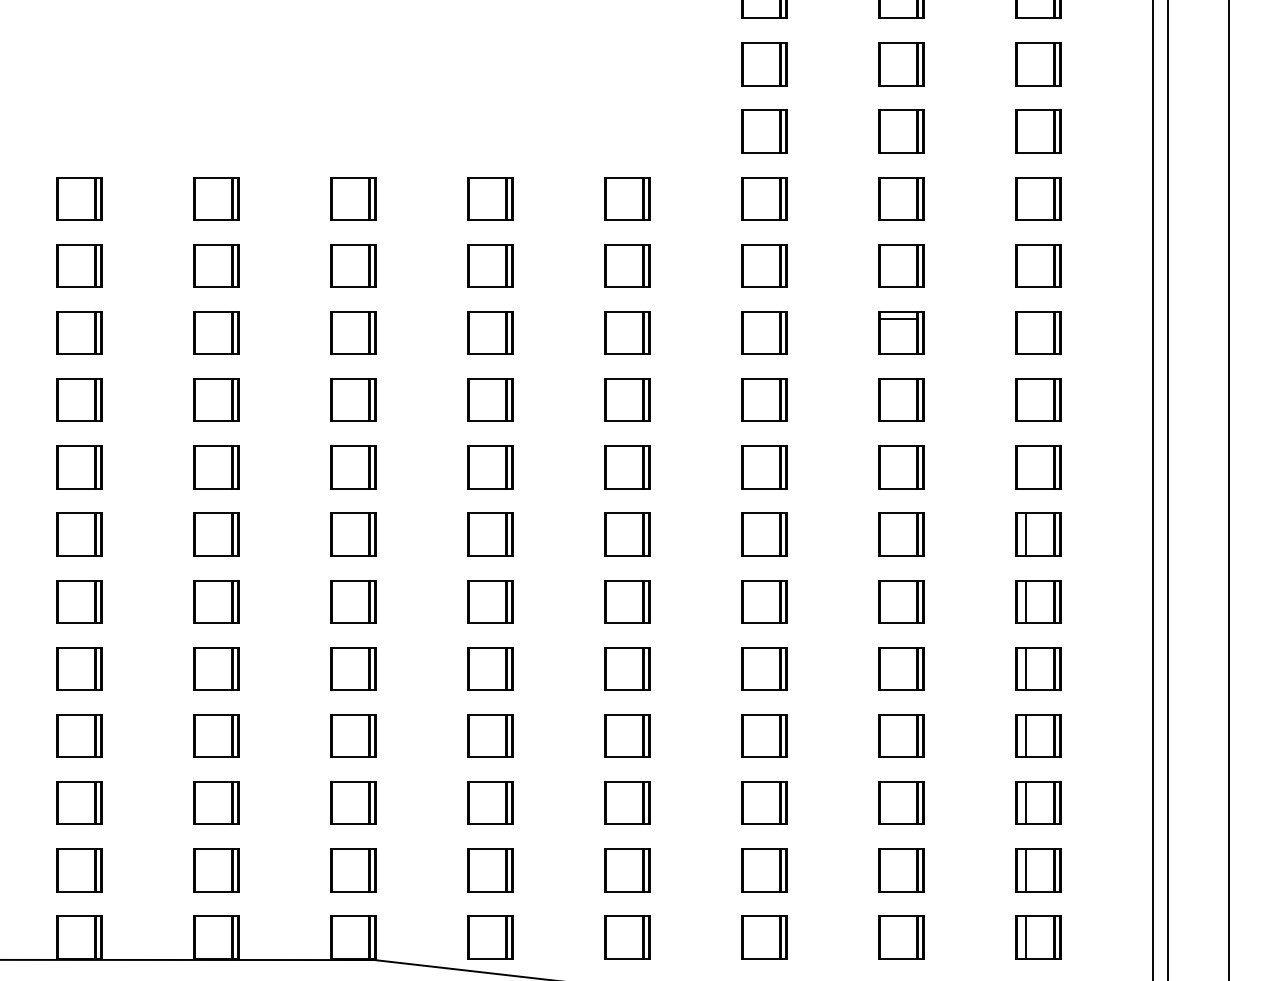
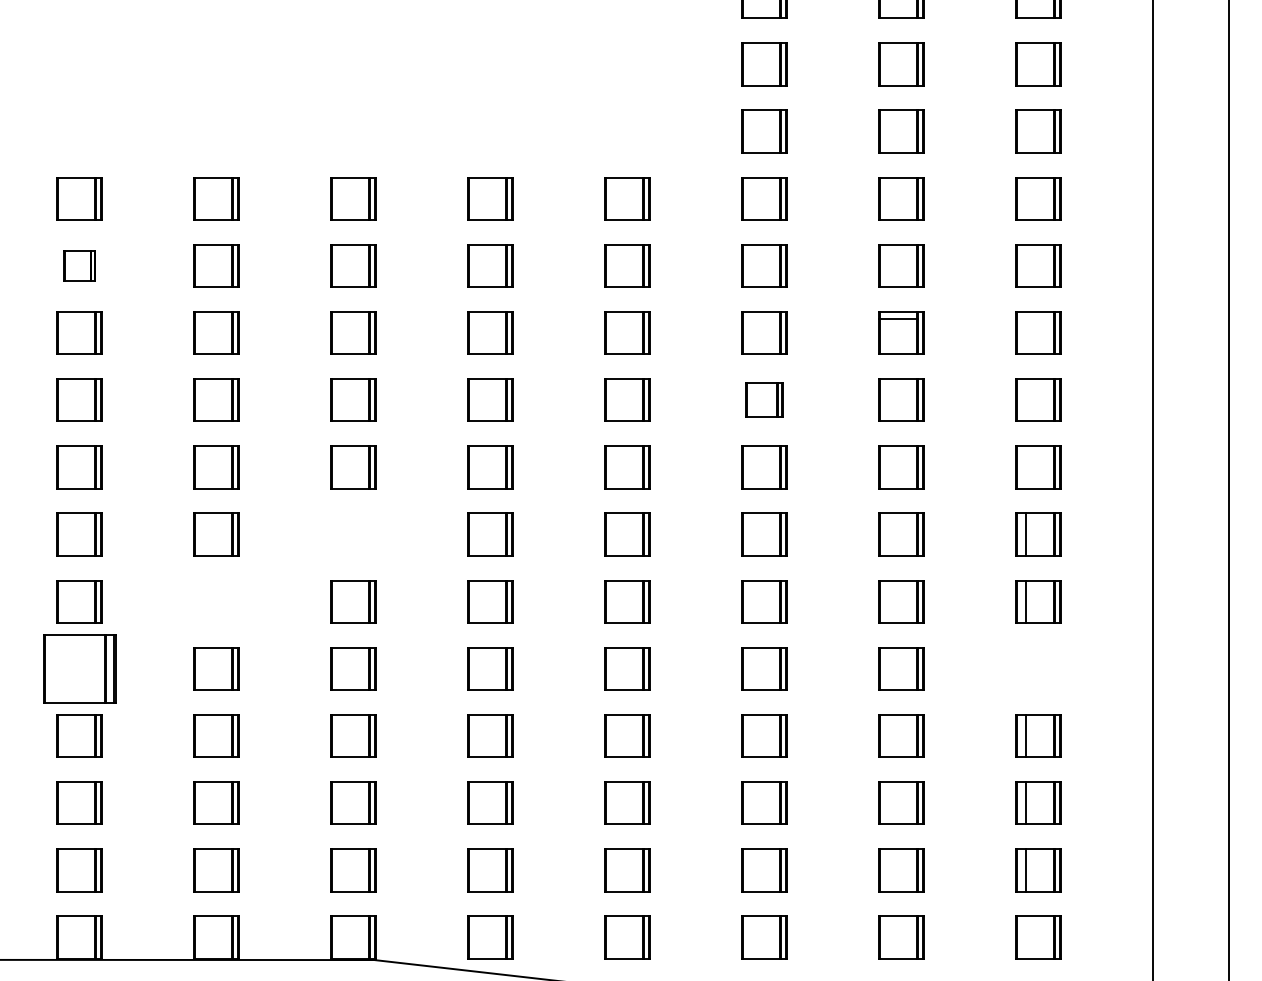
part at (79, 265) size: 47x44 px -> 33x32 px
part at (764, 399) size: 47x44 px -> 39x36 px
line at (1167, 489): present -> none
part at (353, 534): present -> none
part at (216, 601): present -> none
part at (79, 668) size: 47x44 px -> 74x70 px
part at (1038, 668): present -> none
line at (1026, 937): present -> none
